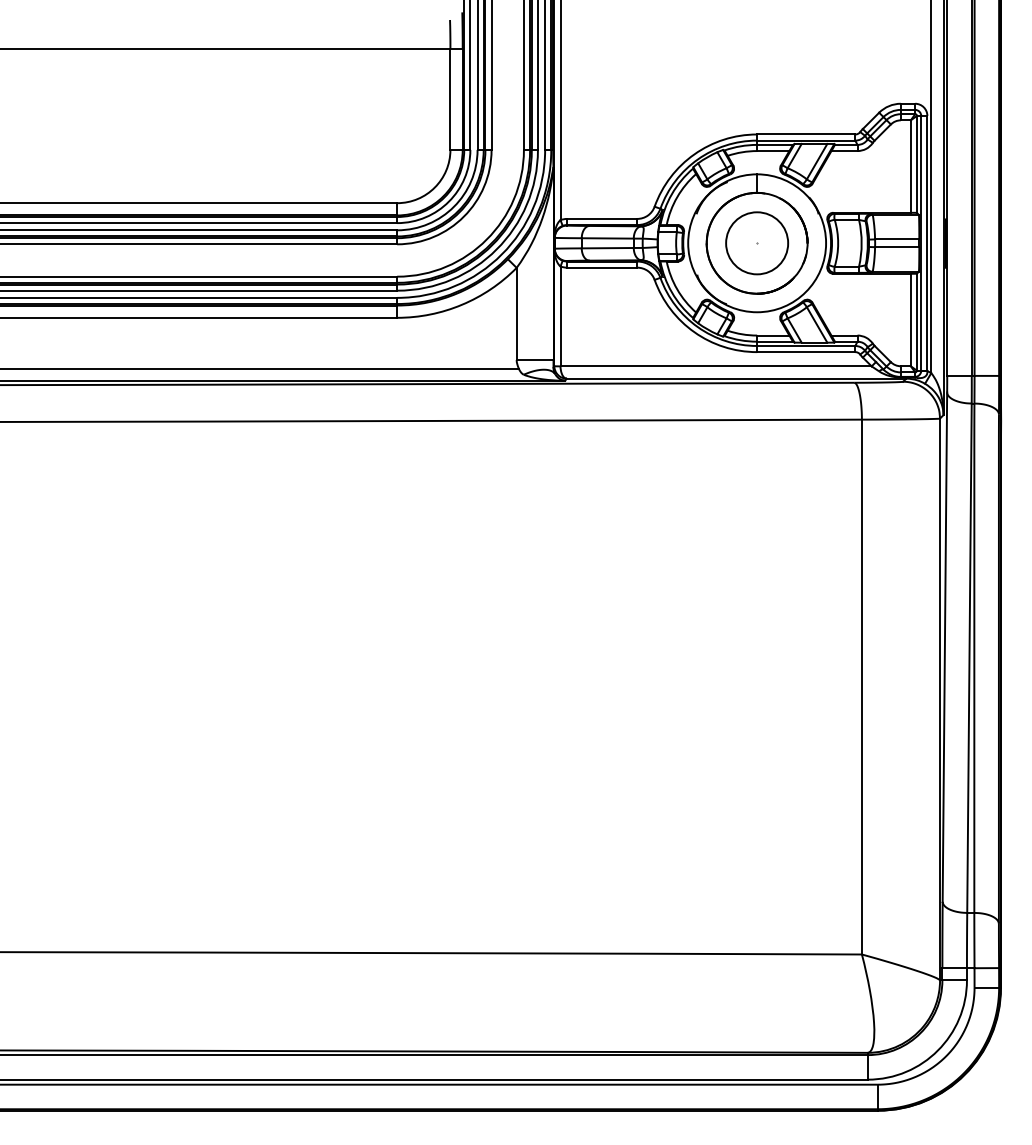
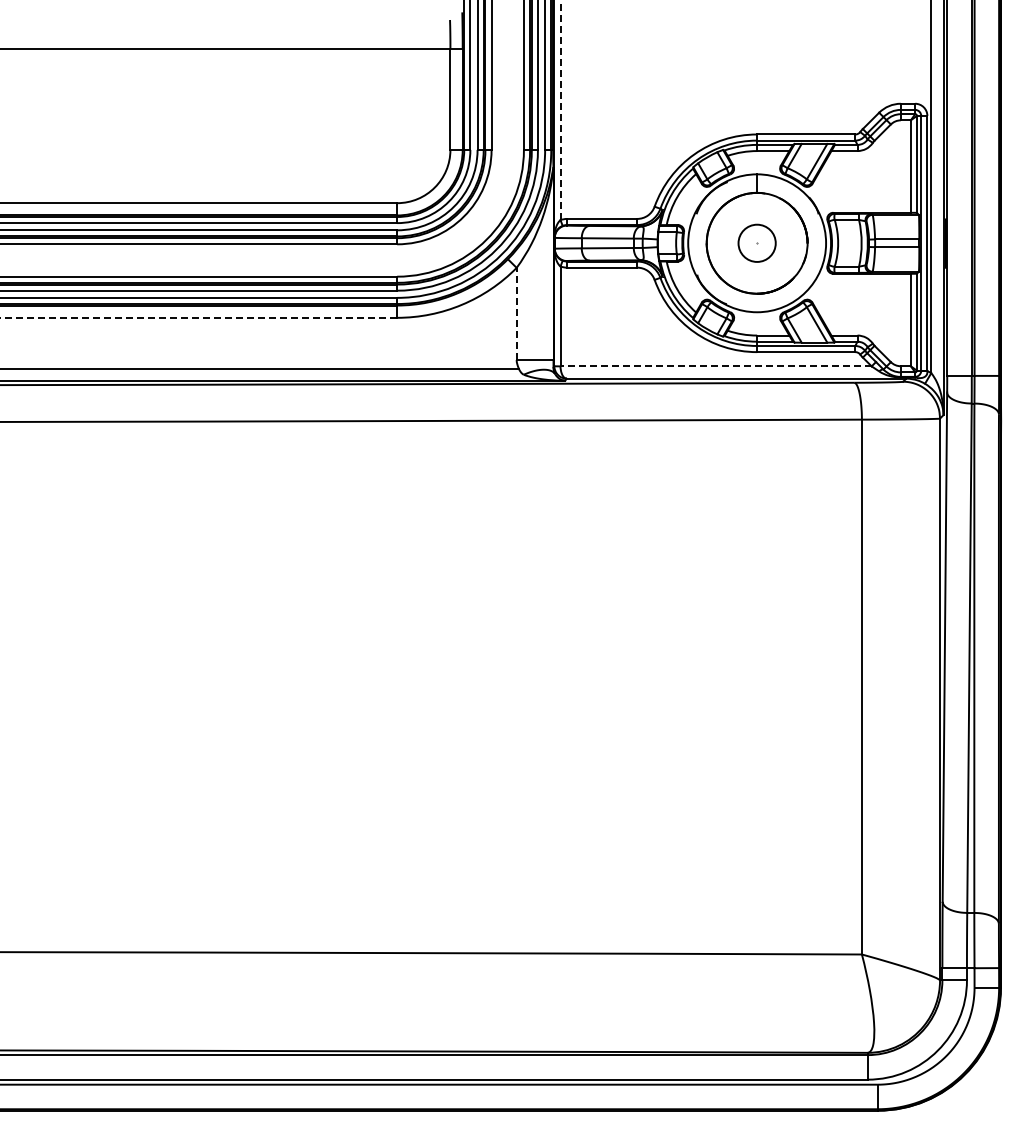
line at (560, 110): solid -> dashed
circle at (757, 243) diameter: 62 px -> 37 px
line at (516, 313): solid -> dashed
line at (198, 317): solid -> dashed
line at (716, 366): solid -> dashed
